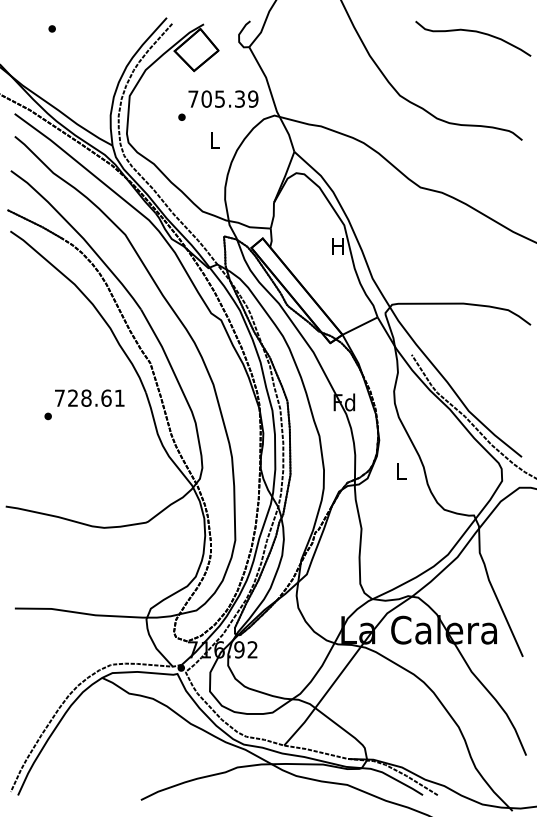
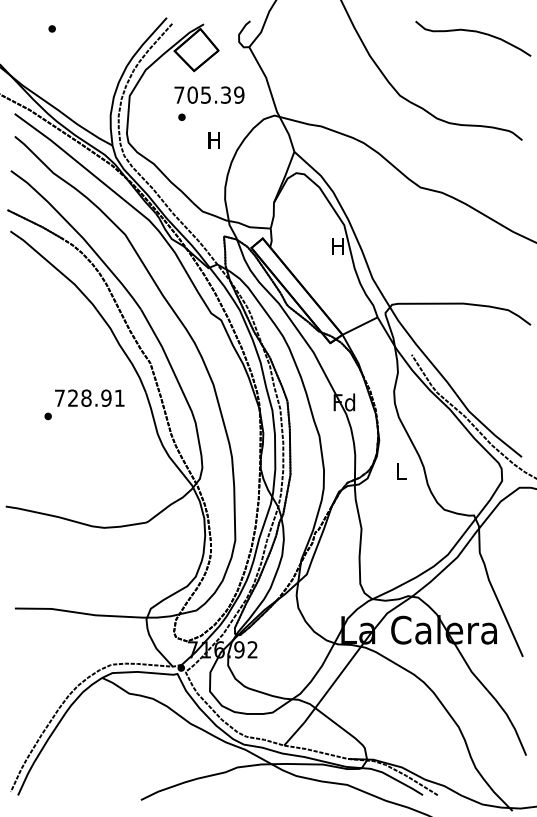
text at (223, 98) position: (223, 98) -> (209, 94)
text at (213, 140): L -> H
text at (106, 397): 728.61 -> 728.91
